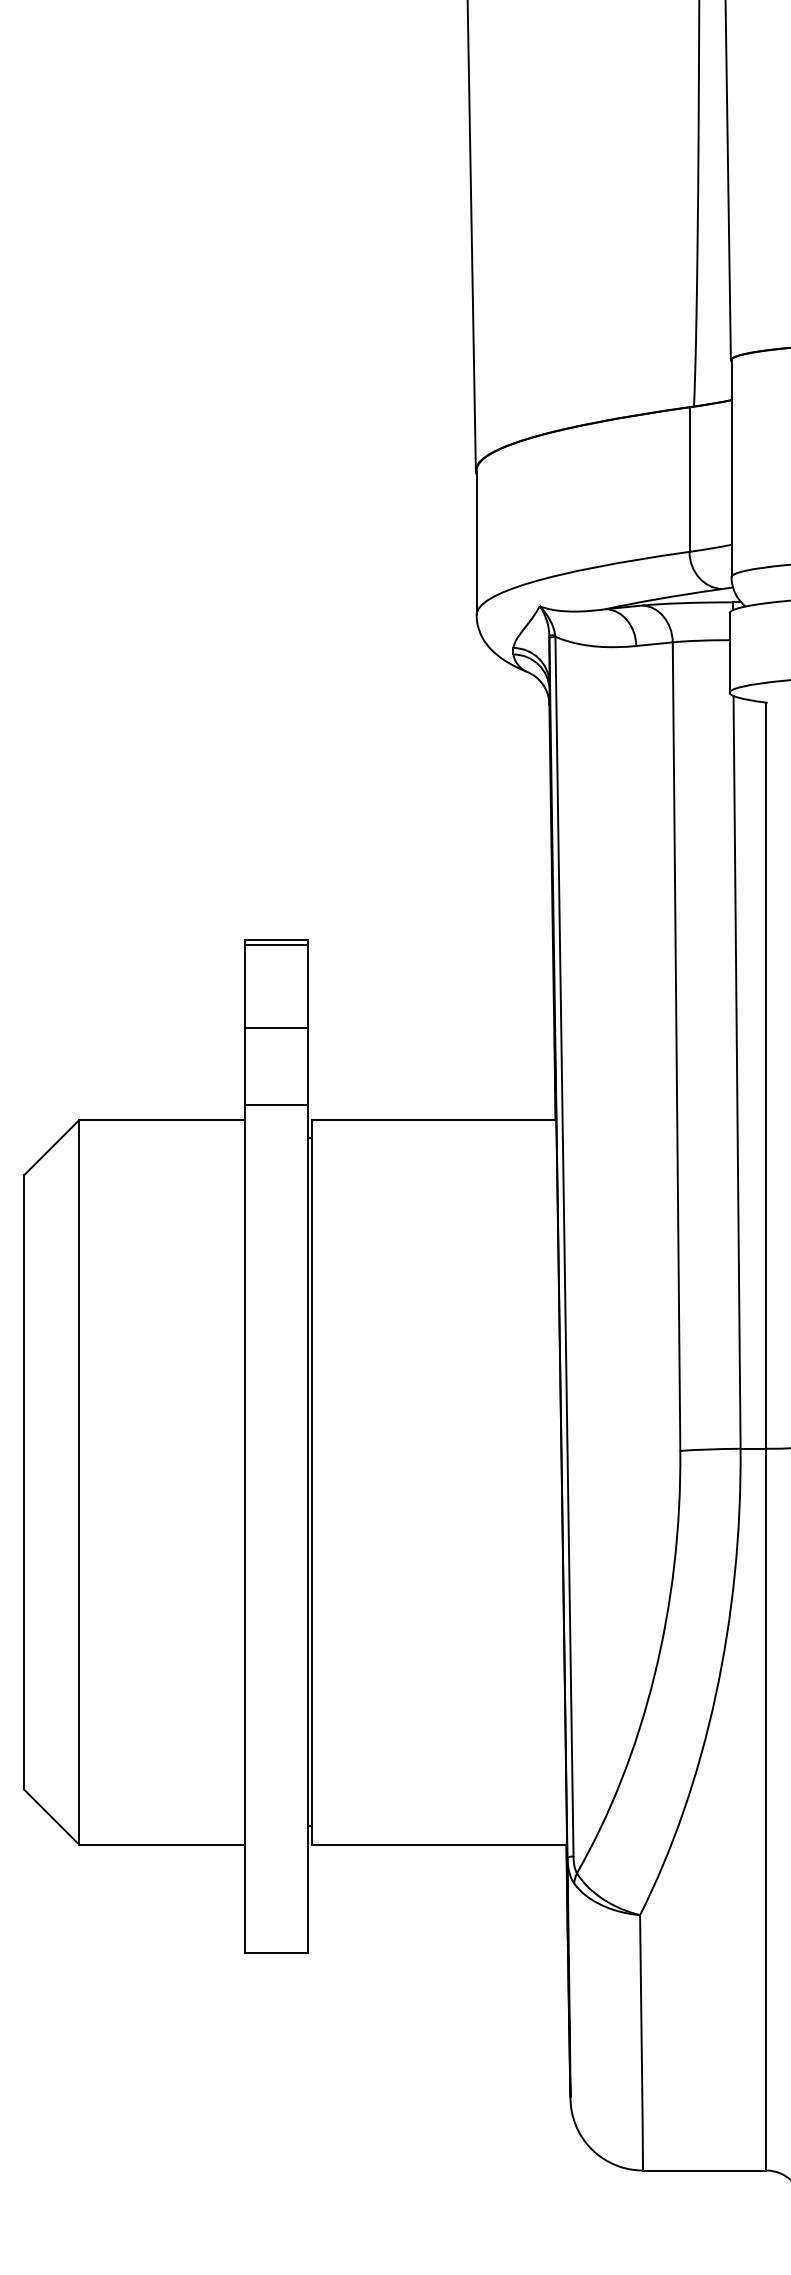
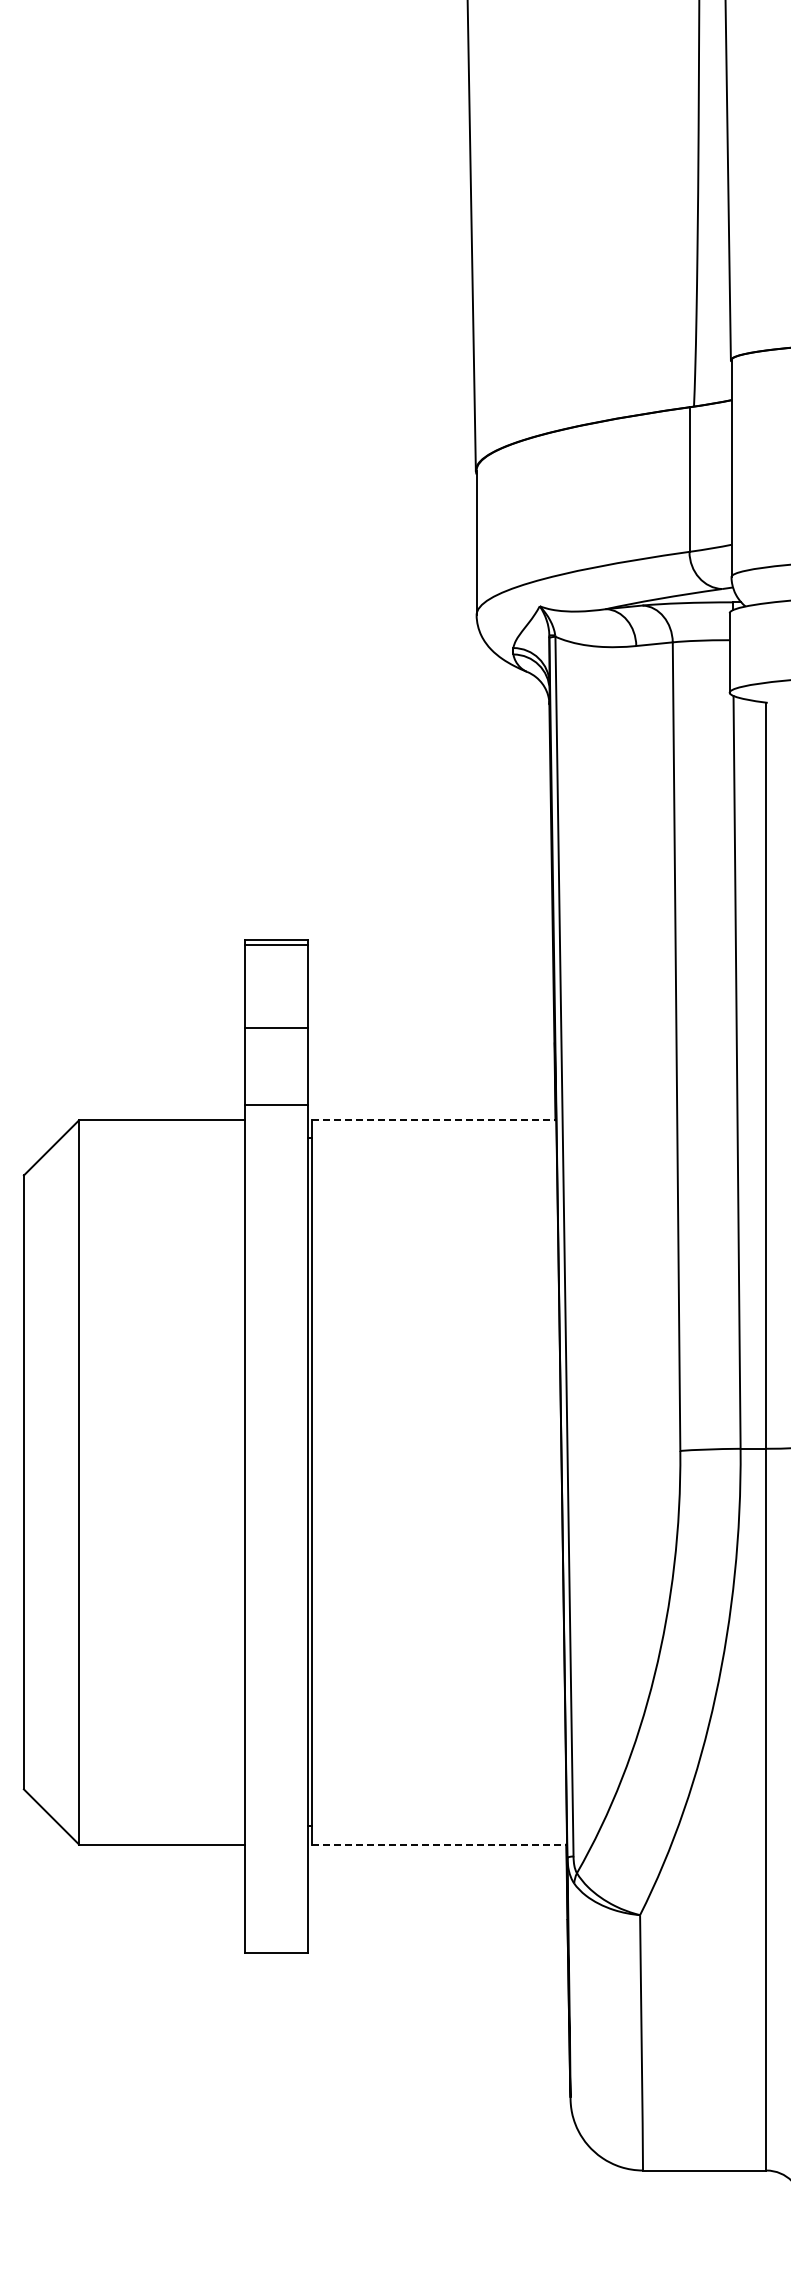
line at (434, 1120): solid -> dashed
line at (439, 1844): solid -> dashed
